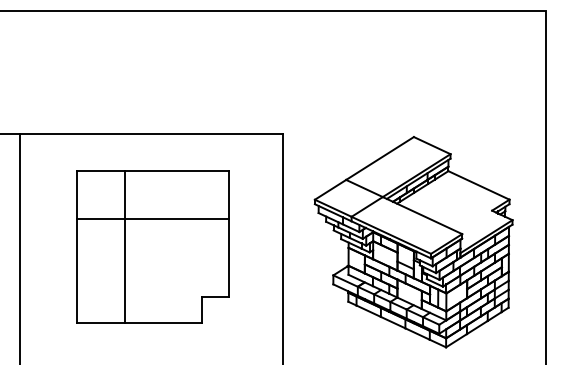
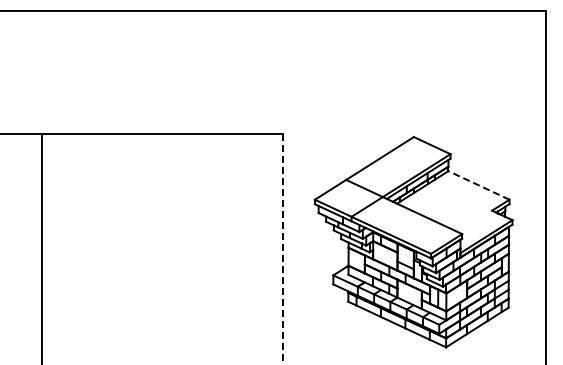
line at (478, 185): solid -> dashed
part at (152, 246): present -> none
line at (19, 247) position: (19, 247) -> (41, 247)
line at (282, 249): solid -> dashed
